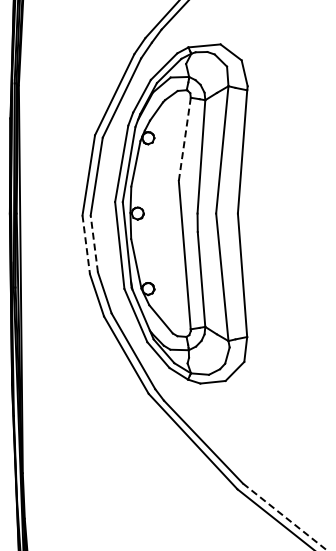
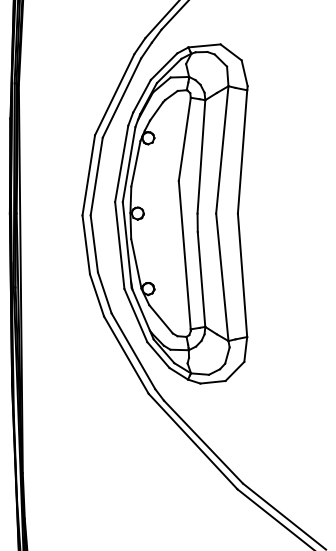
line at (184, 139): dashed -> solid
line at (94, 243): dashed -> solid
line at (86, 244): dashed -> solid
line at (284, 516): dashed -> solid
